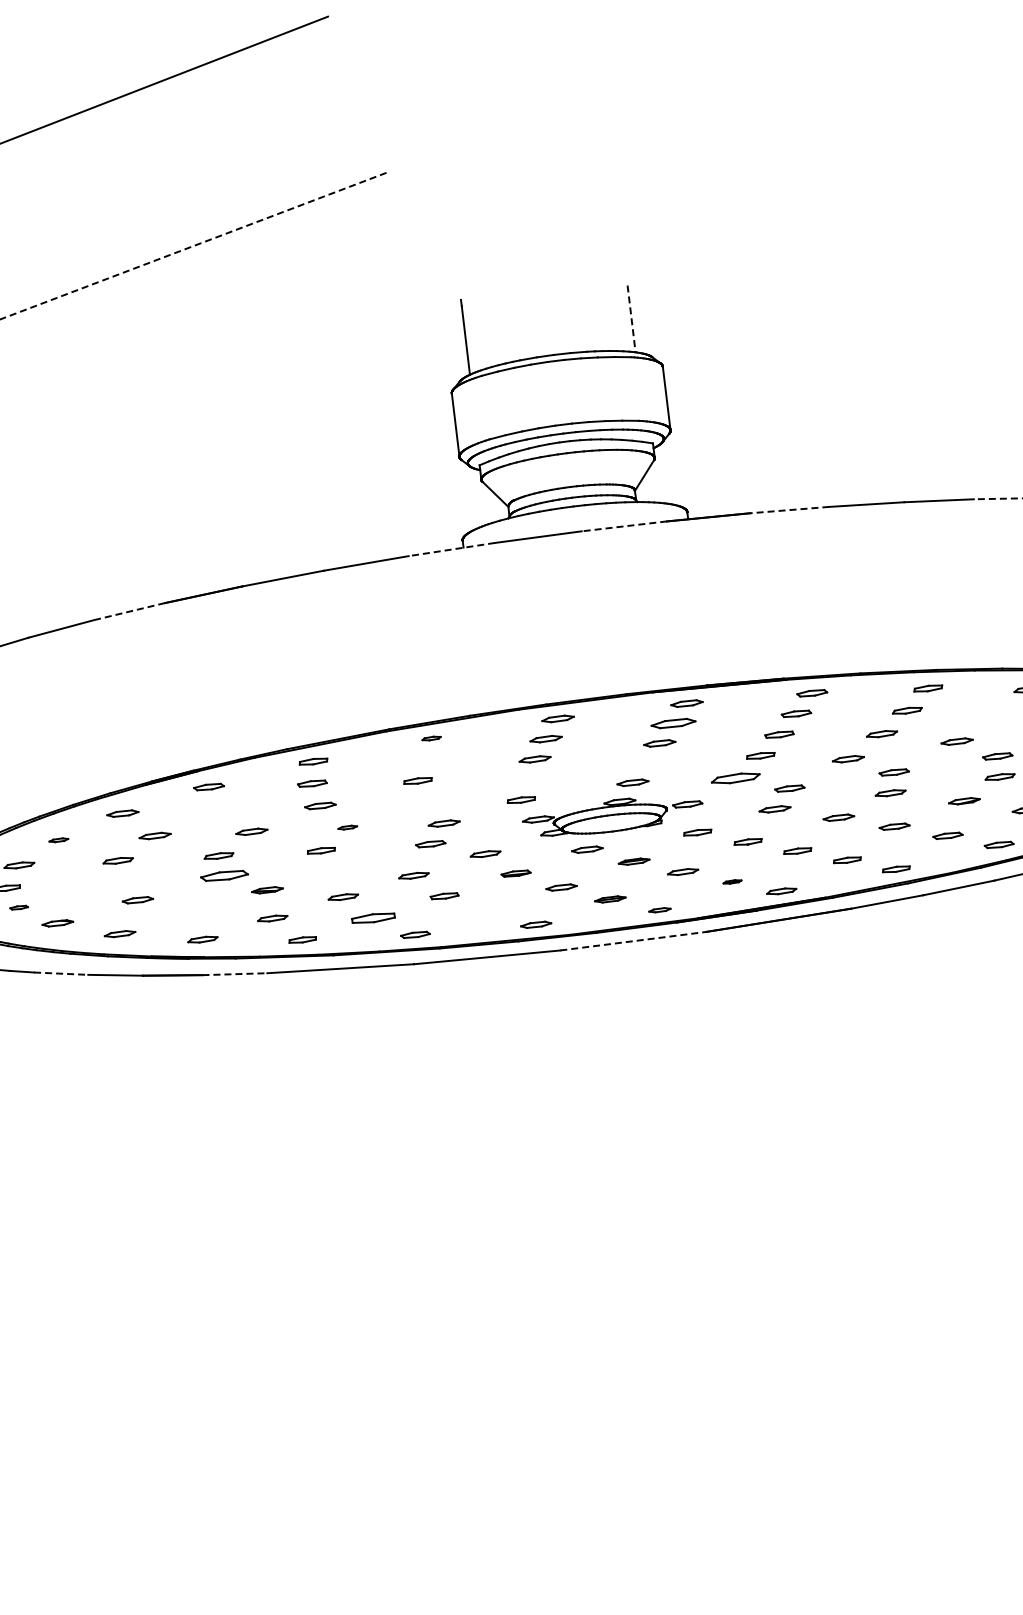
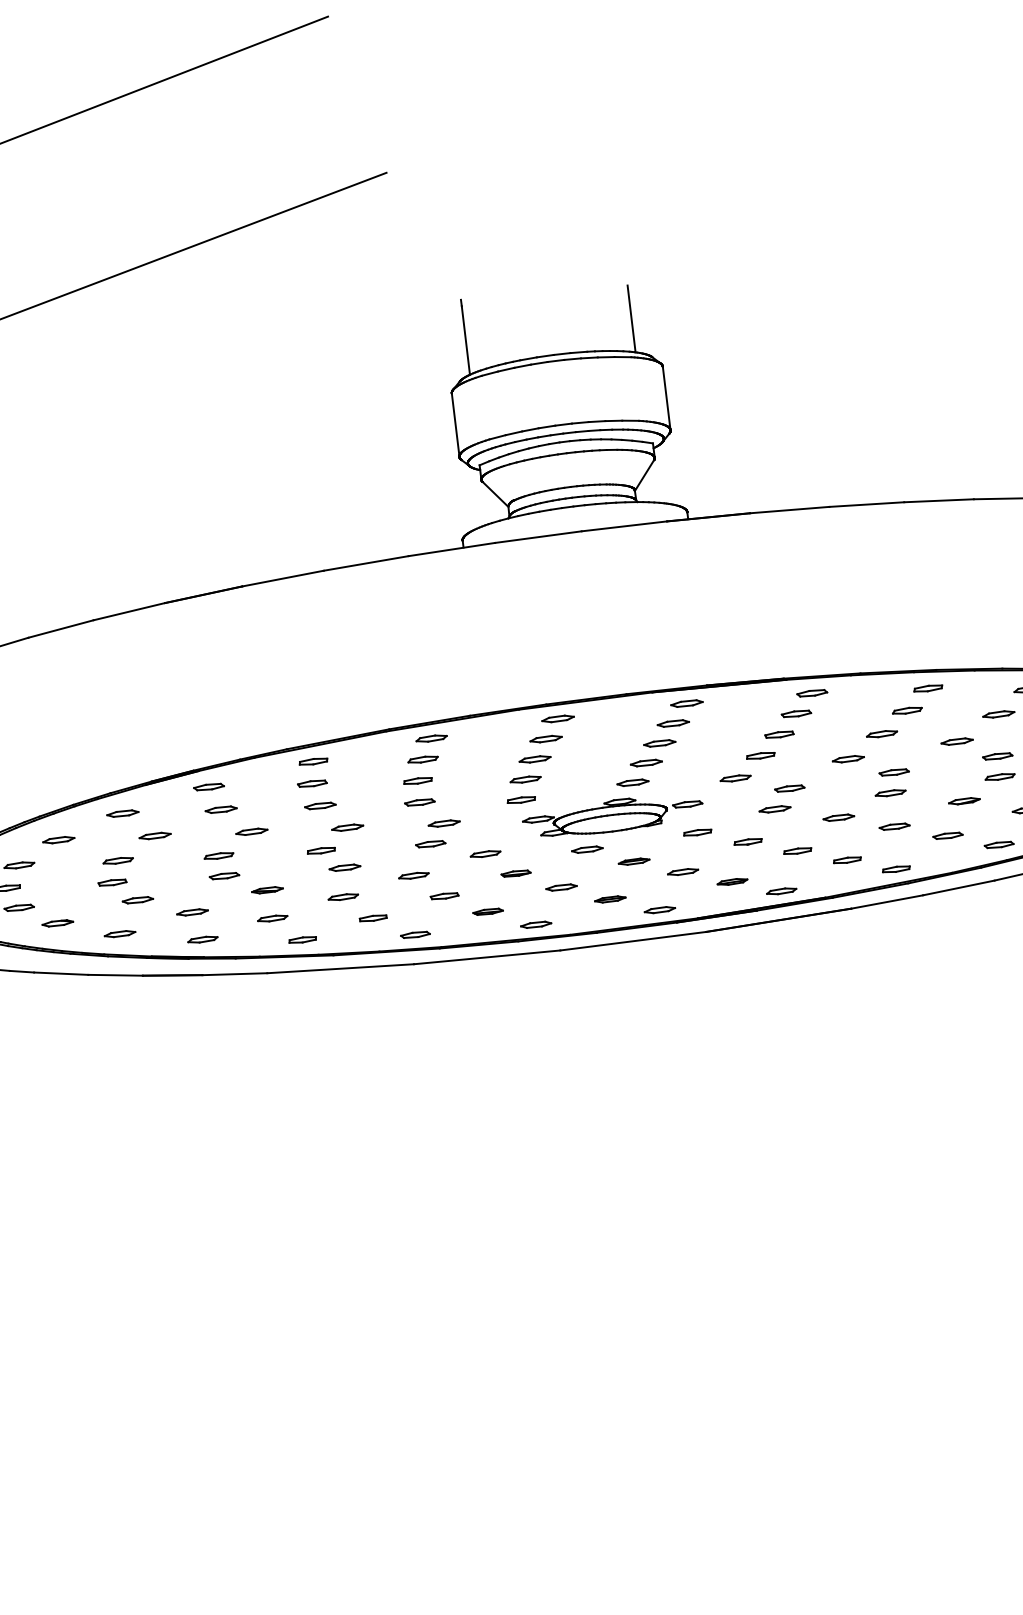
line at (193, 246): dashed -> solid
line at (631, 318): dashed -> solid
line at (997, 498): dashed -> solid
line at (789, 510): dashed -> solid
line at (623, 526): dashed -> solid
line at (451, 549): dashed -> solid
line at (129, 611): dashed -> solid
part at (998, 714): none -> present
part at (673, 723) size: 47x13 px -> 34x9 px
part at (431, 738) size: 21x7 px -> 33x9 px
part at (422, 759): none -> present
part at (645, 762): none -> present
part at (735, 778) size: 51x13 px -> 33x9 px
part at (525, 779): none -> present
part at (419, 802): none -> present
part at (220, 809): none -> present
part at (347, 827) size: 22x7 px -> 34x9 px
part at (58, 840) size: 22x7 px -> 34x9 px
part at (344, 867): none -> present
part at (224, 875) size: 49x13 px -> 33x9 px
part at (732, 881) size: 21x6 px -> 33x8 px
part at (112, 882): none -> present
part at (18, 907) size: 20x7 px -> 32x9 px
part at (659, 910) size: 24x7 px -> 34x9 px
part at (487, 911): none -> present
part at (192, 912): none -> present
part at (373, 917) size: 45x12 px -> 30x9 px
line at (633, 941): dashed -> solid
line at (61, 973): dashed -> solid
line at (235, 974): dashed -> solid
